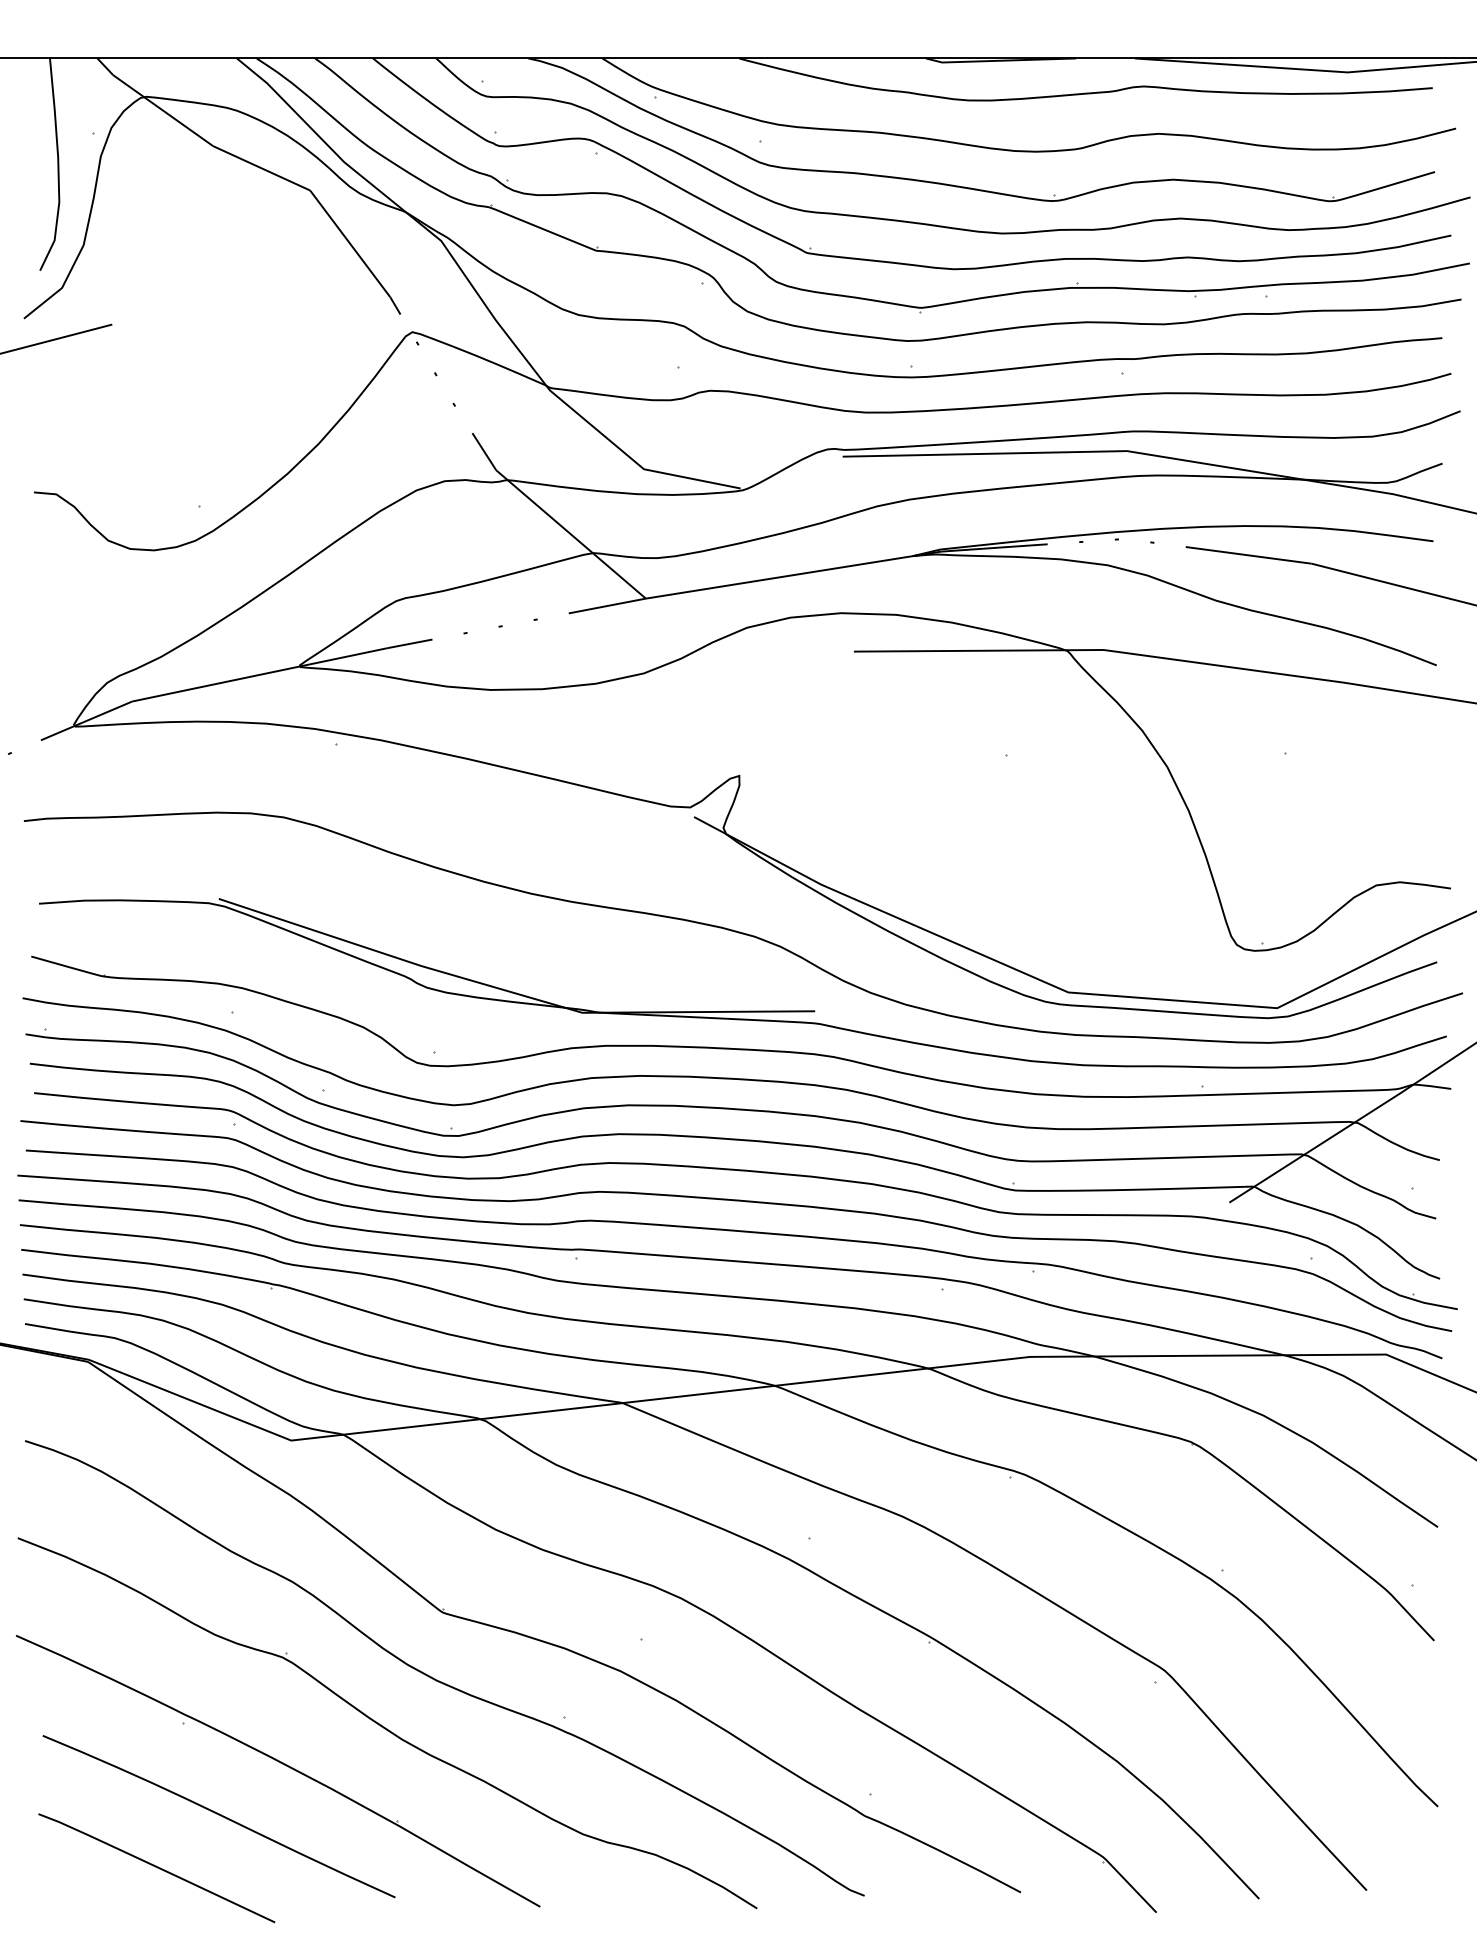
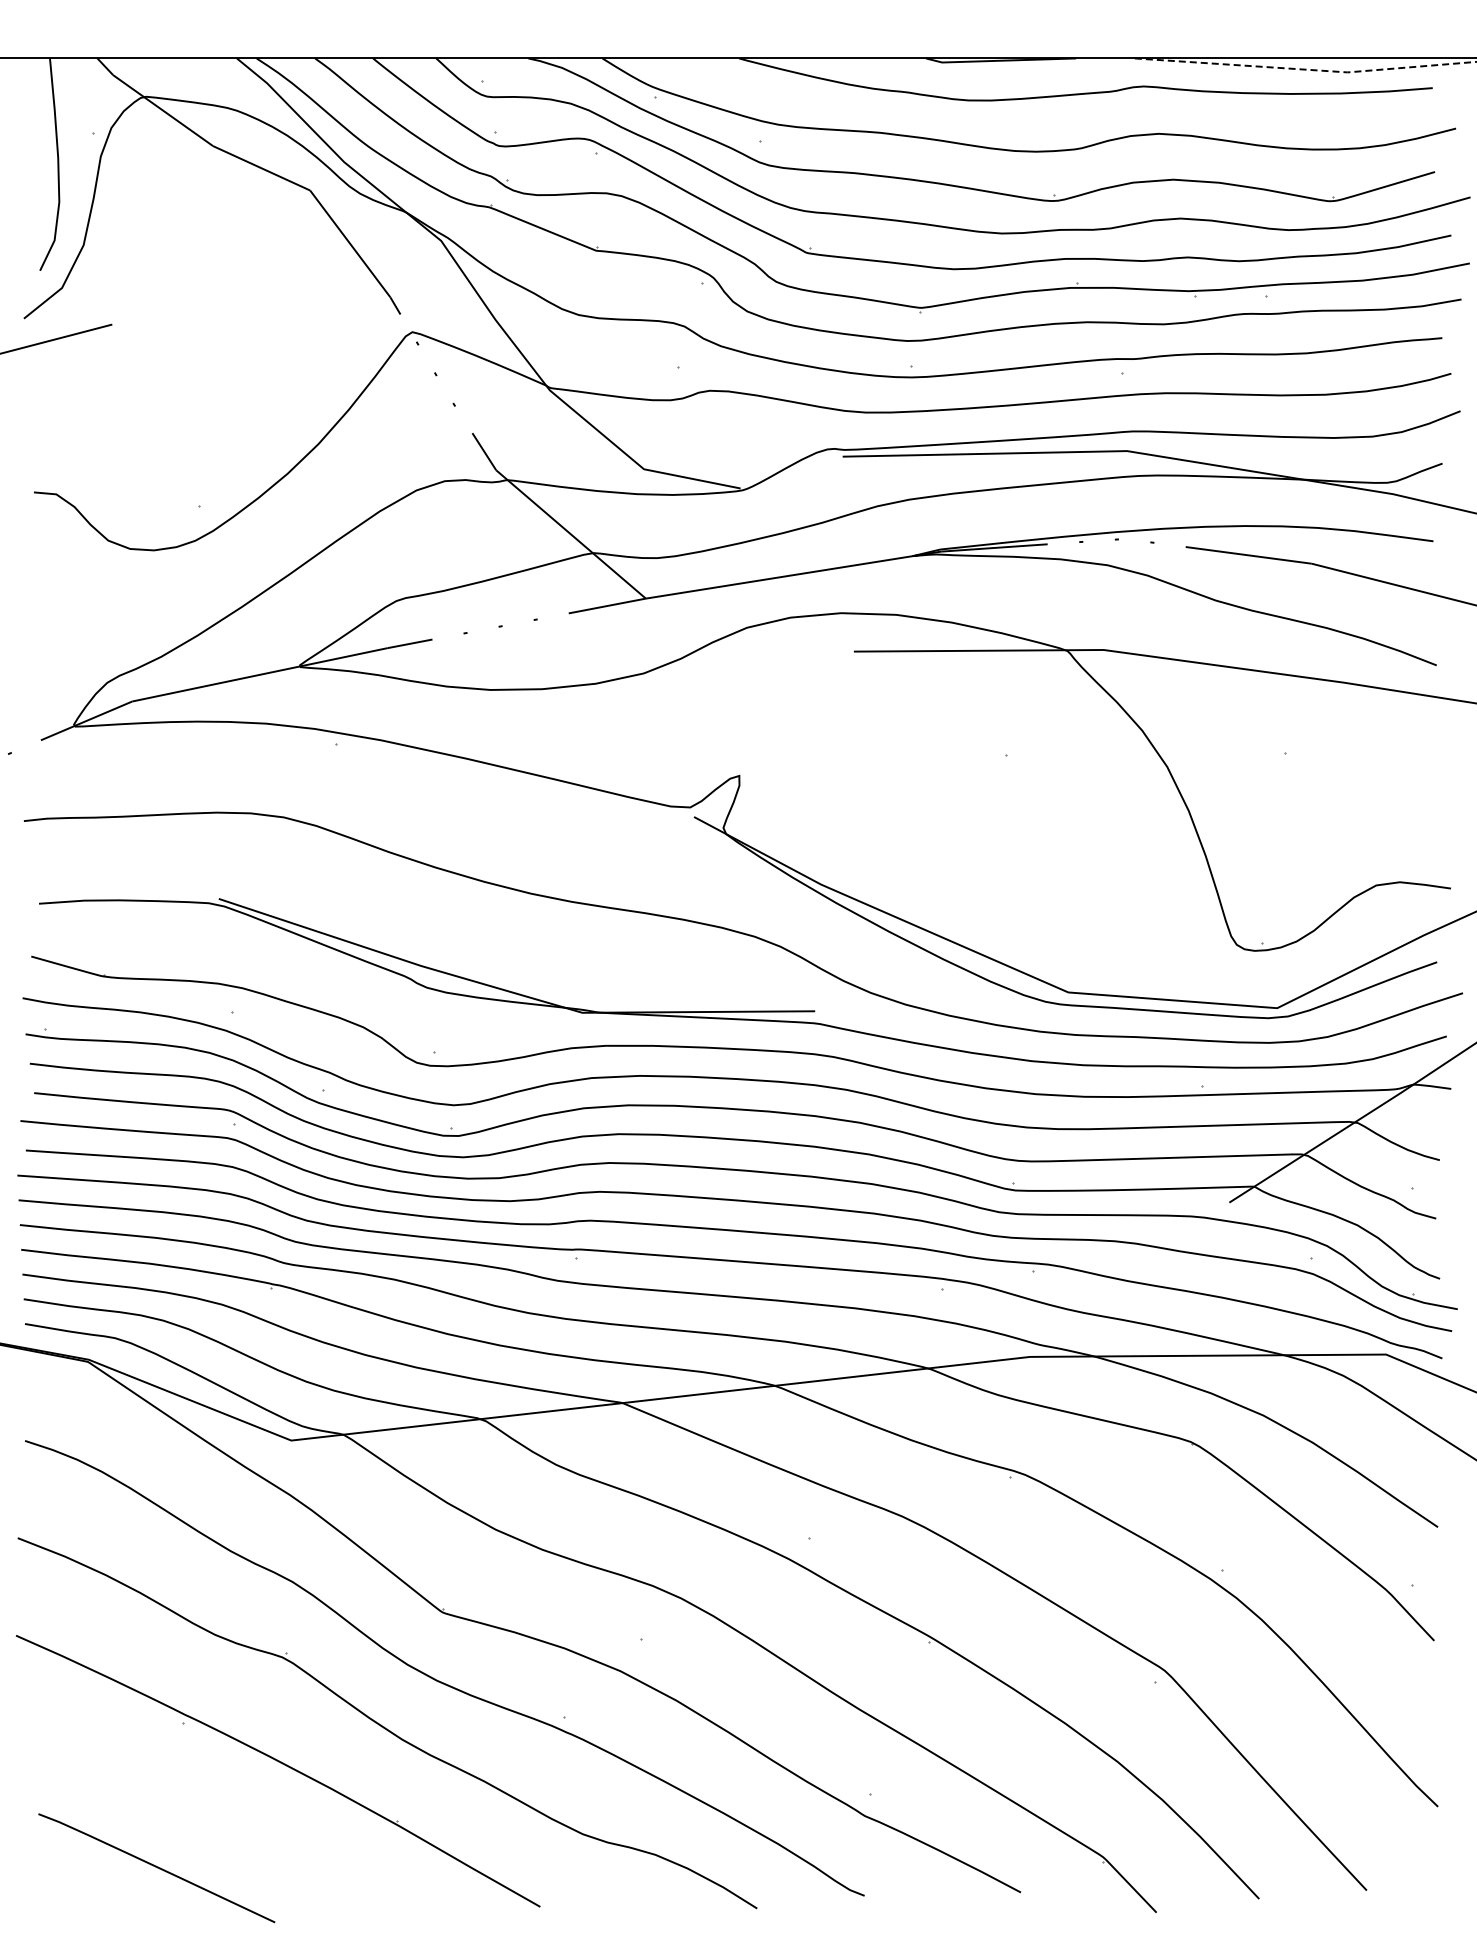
line at (1306, 69): solid -> dashed
curve at (218, 1815): present -> none
